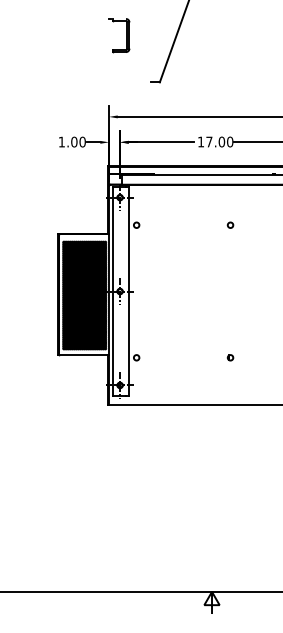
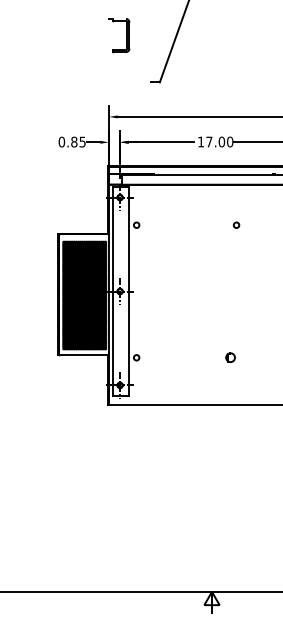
text at (71, 141): 1.00 -> 0.85
circle at (230, 224) position: (230, 224) -> (236, 224)
part at (230, 357) size: 9x8 px -> 11x11 px
